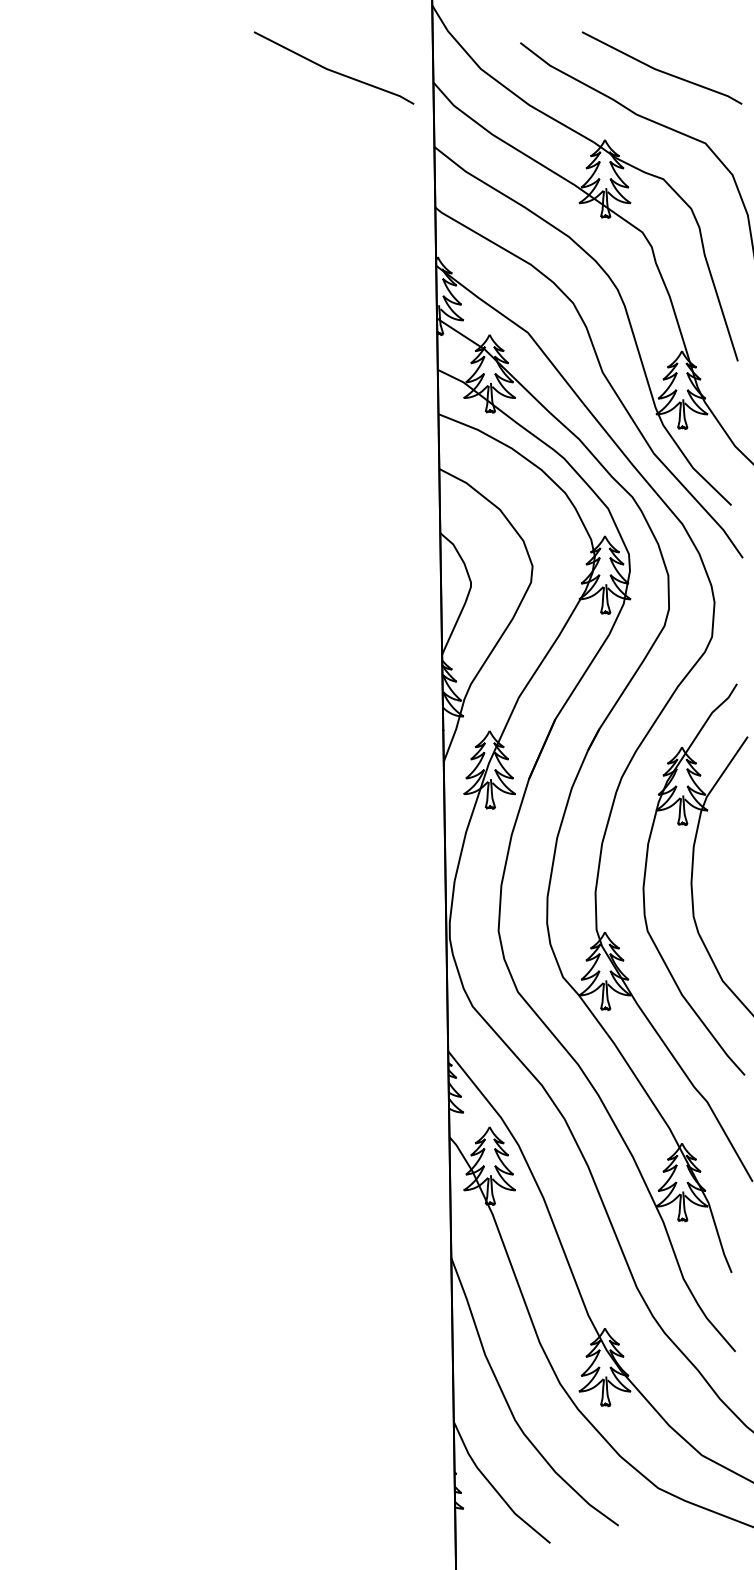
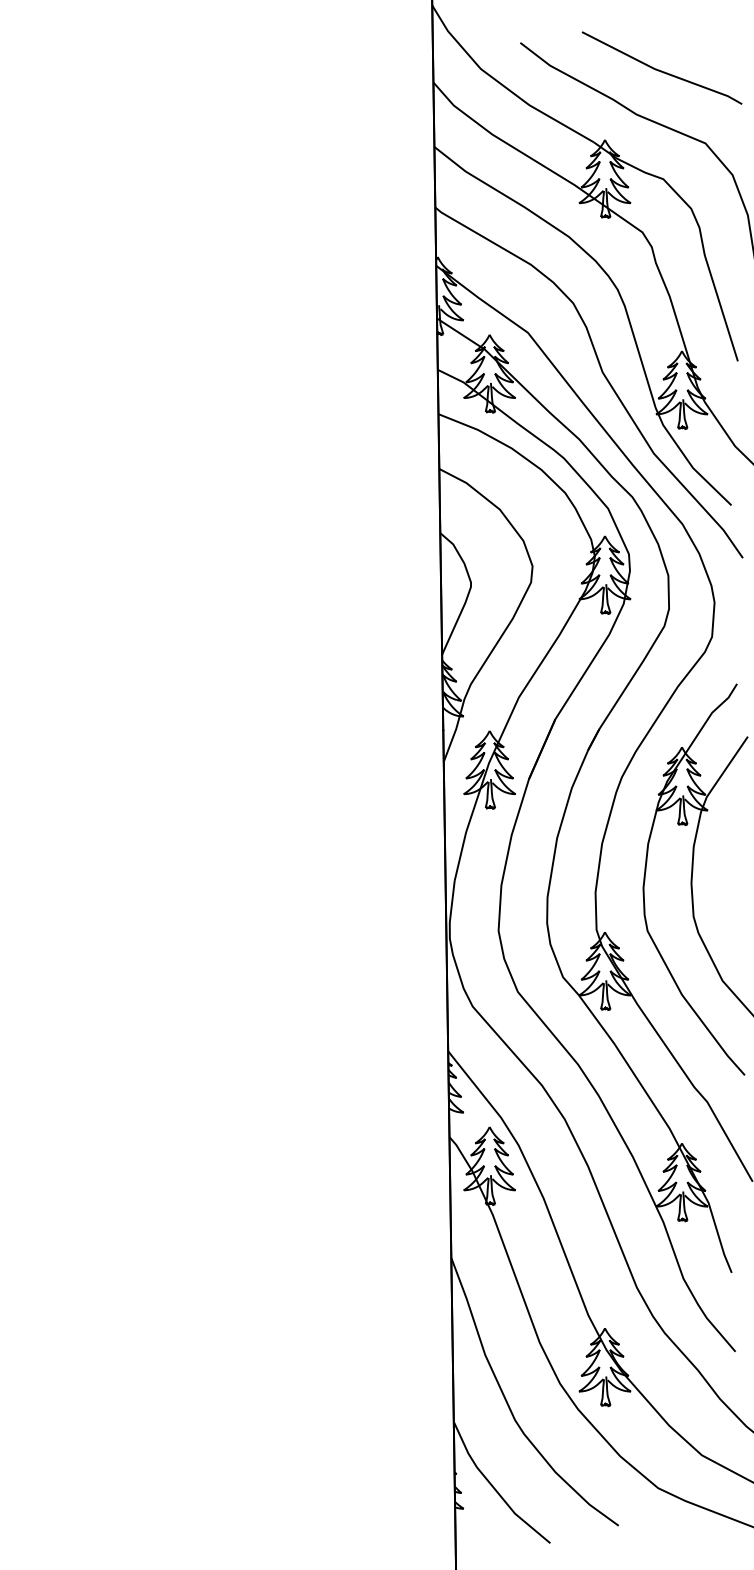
line at (331, 69): present -> none
